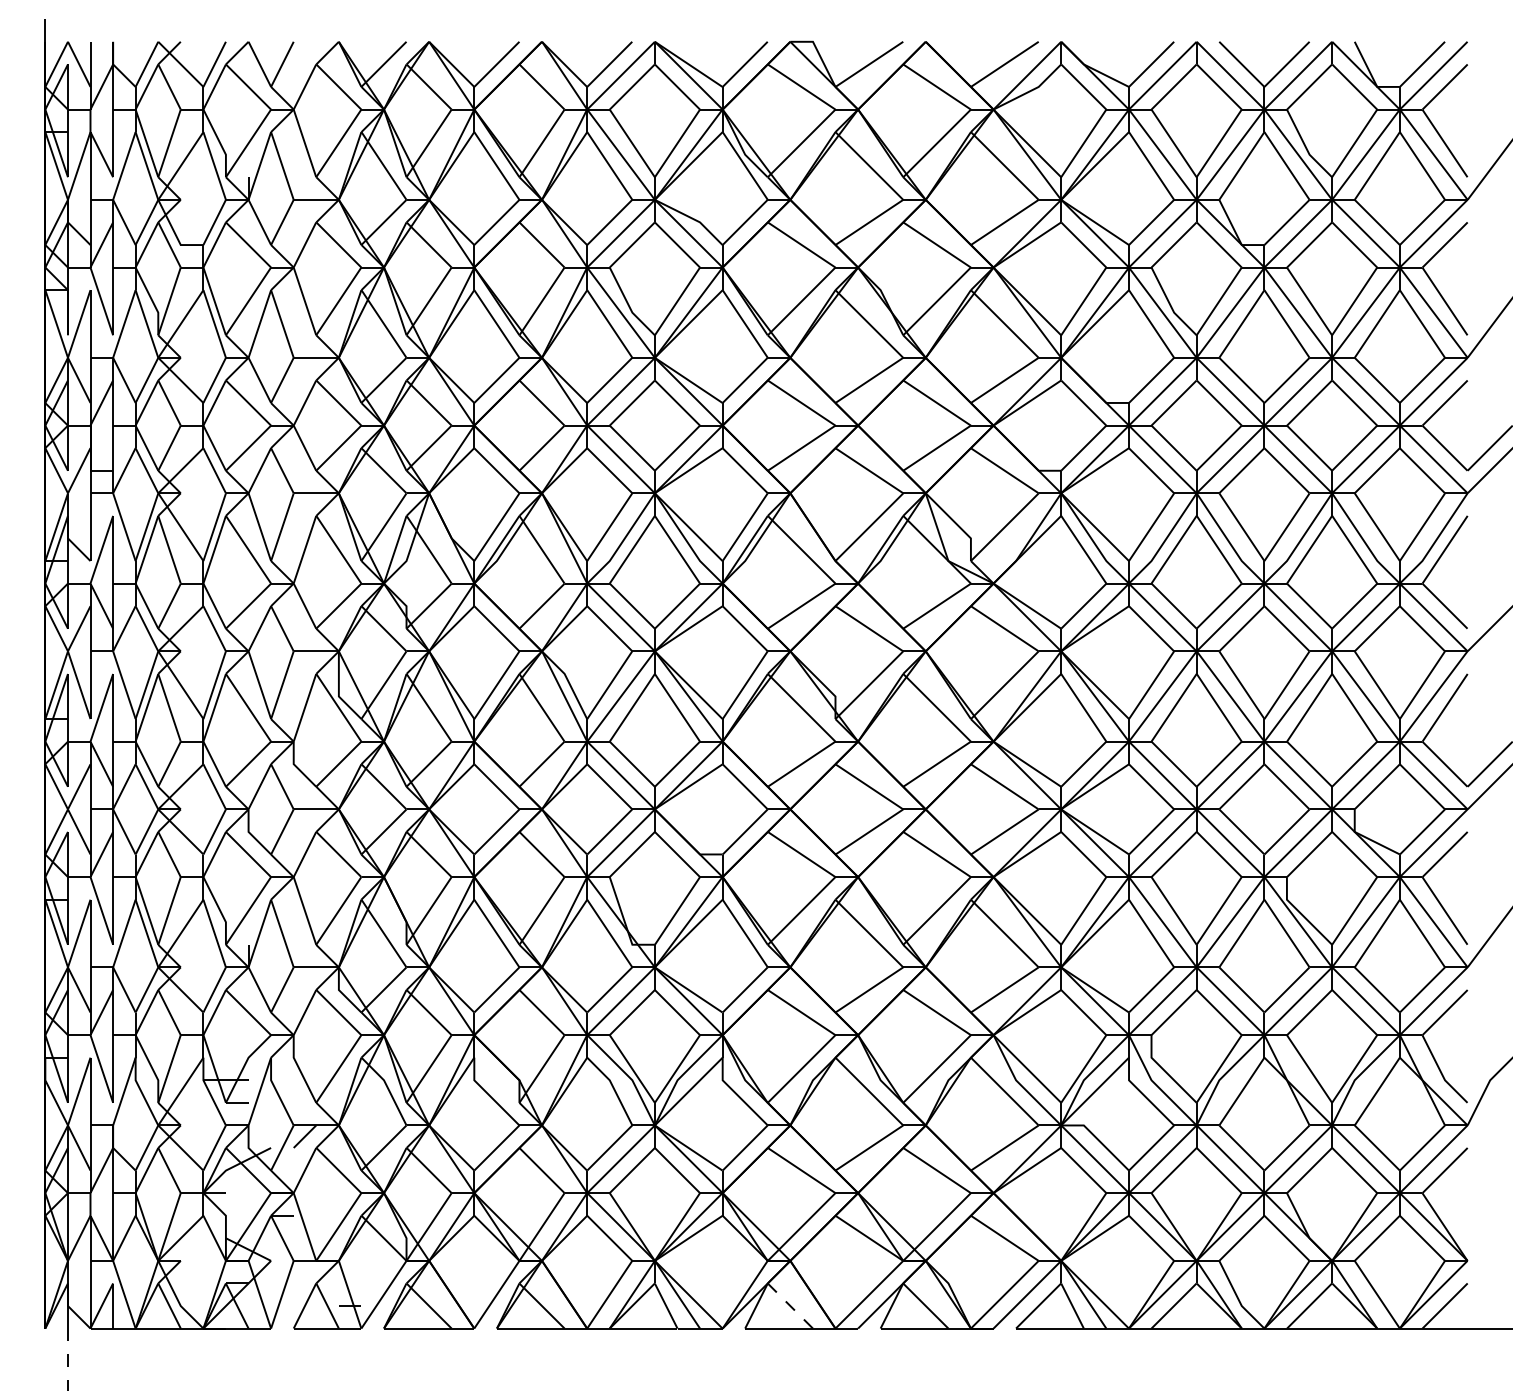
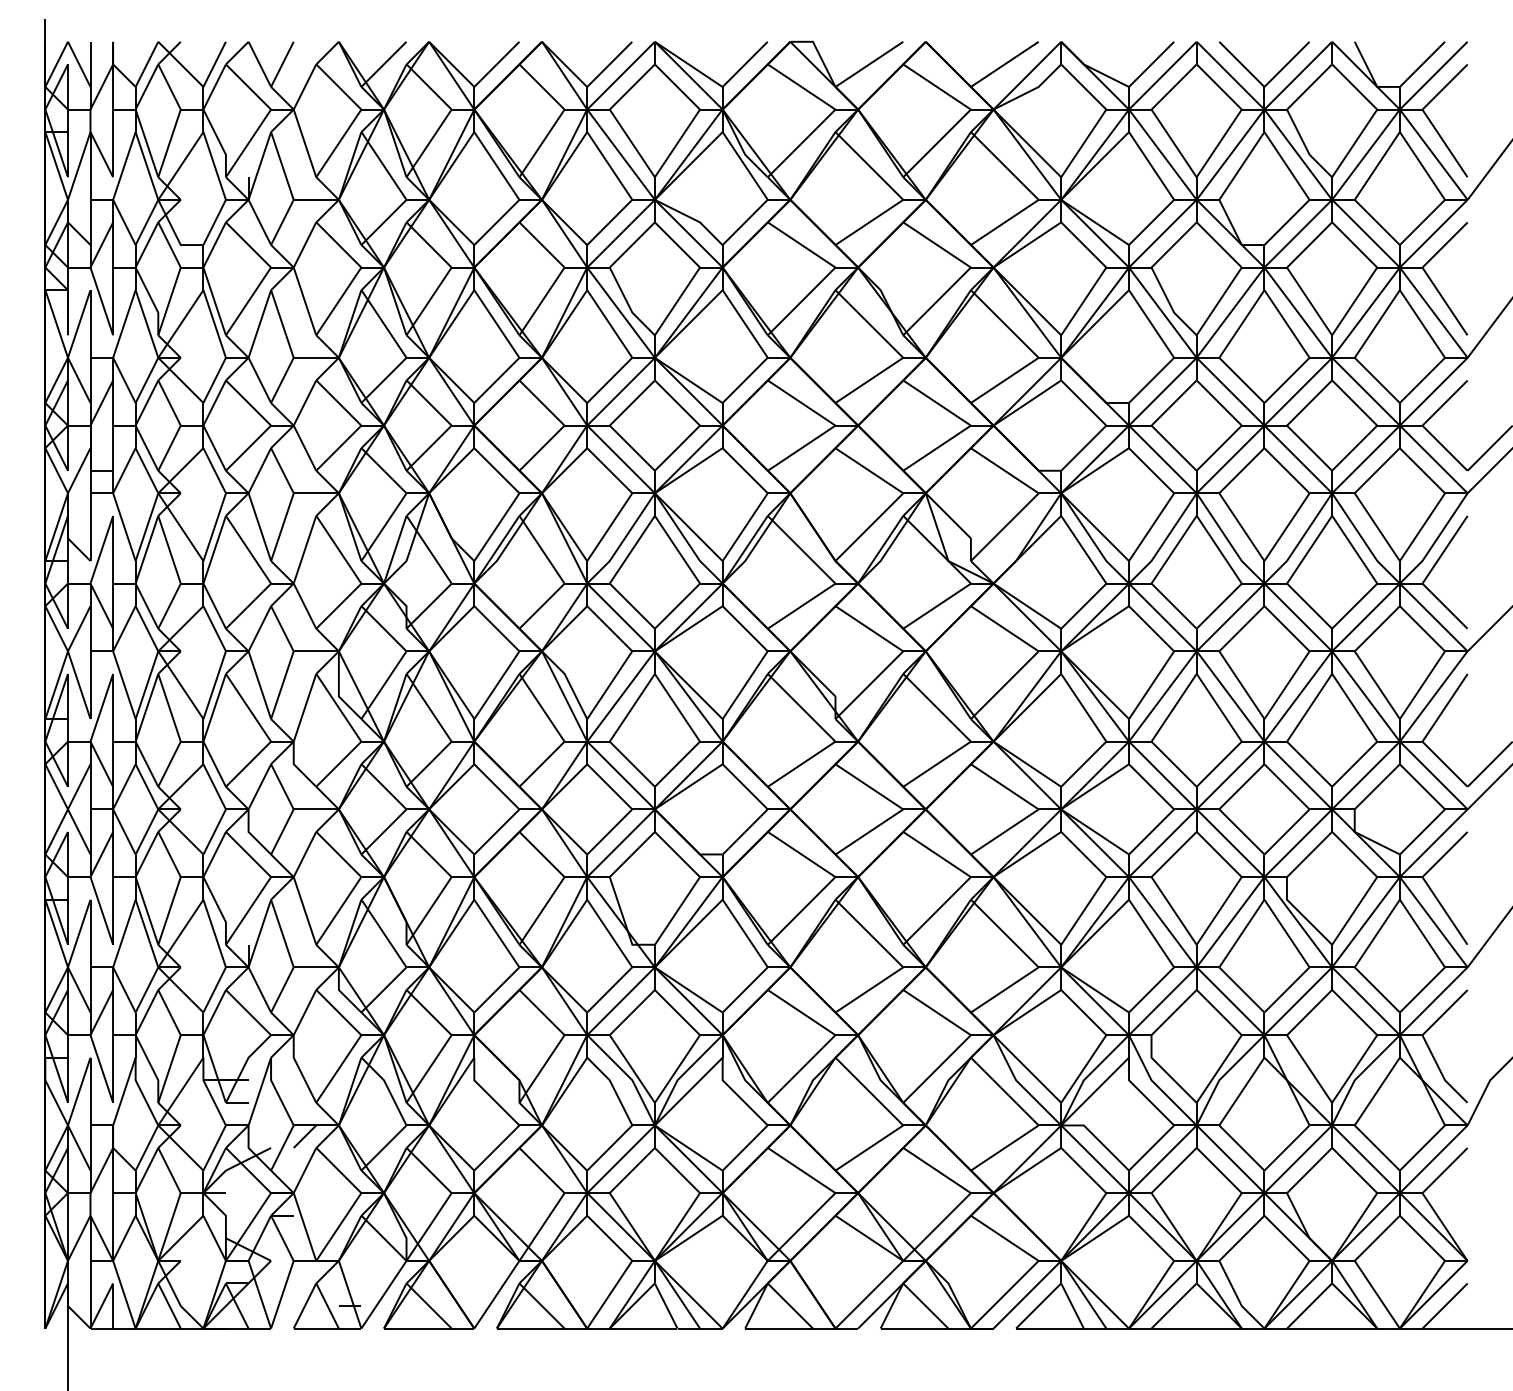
line at (790, 1306): dashed -> solid
line at (67, 1359): dashed -> solid
